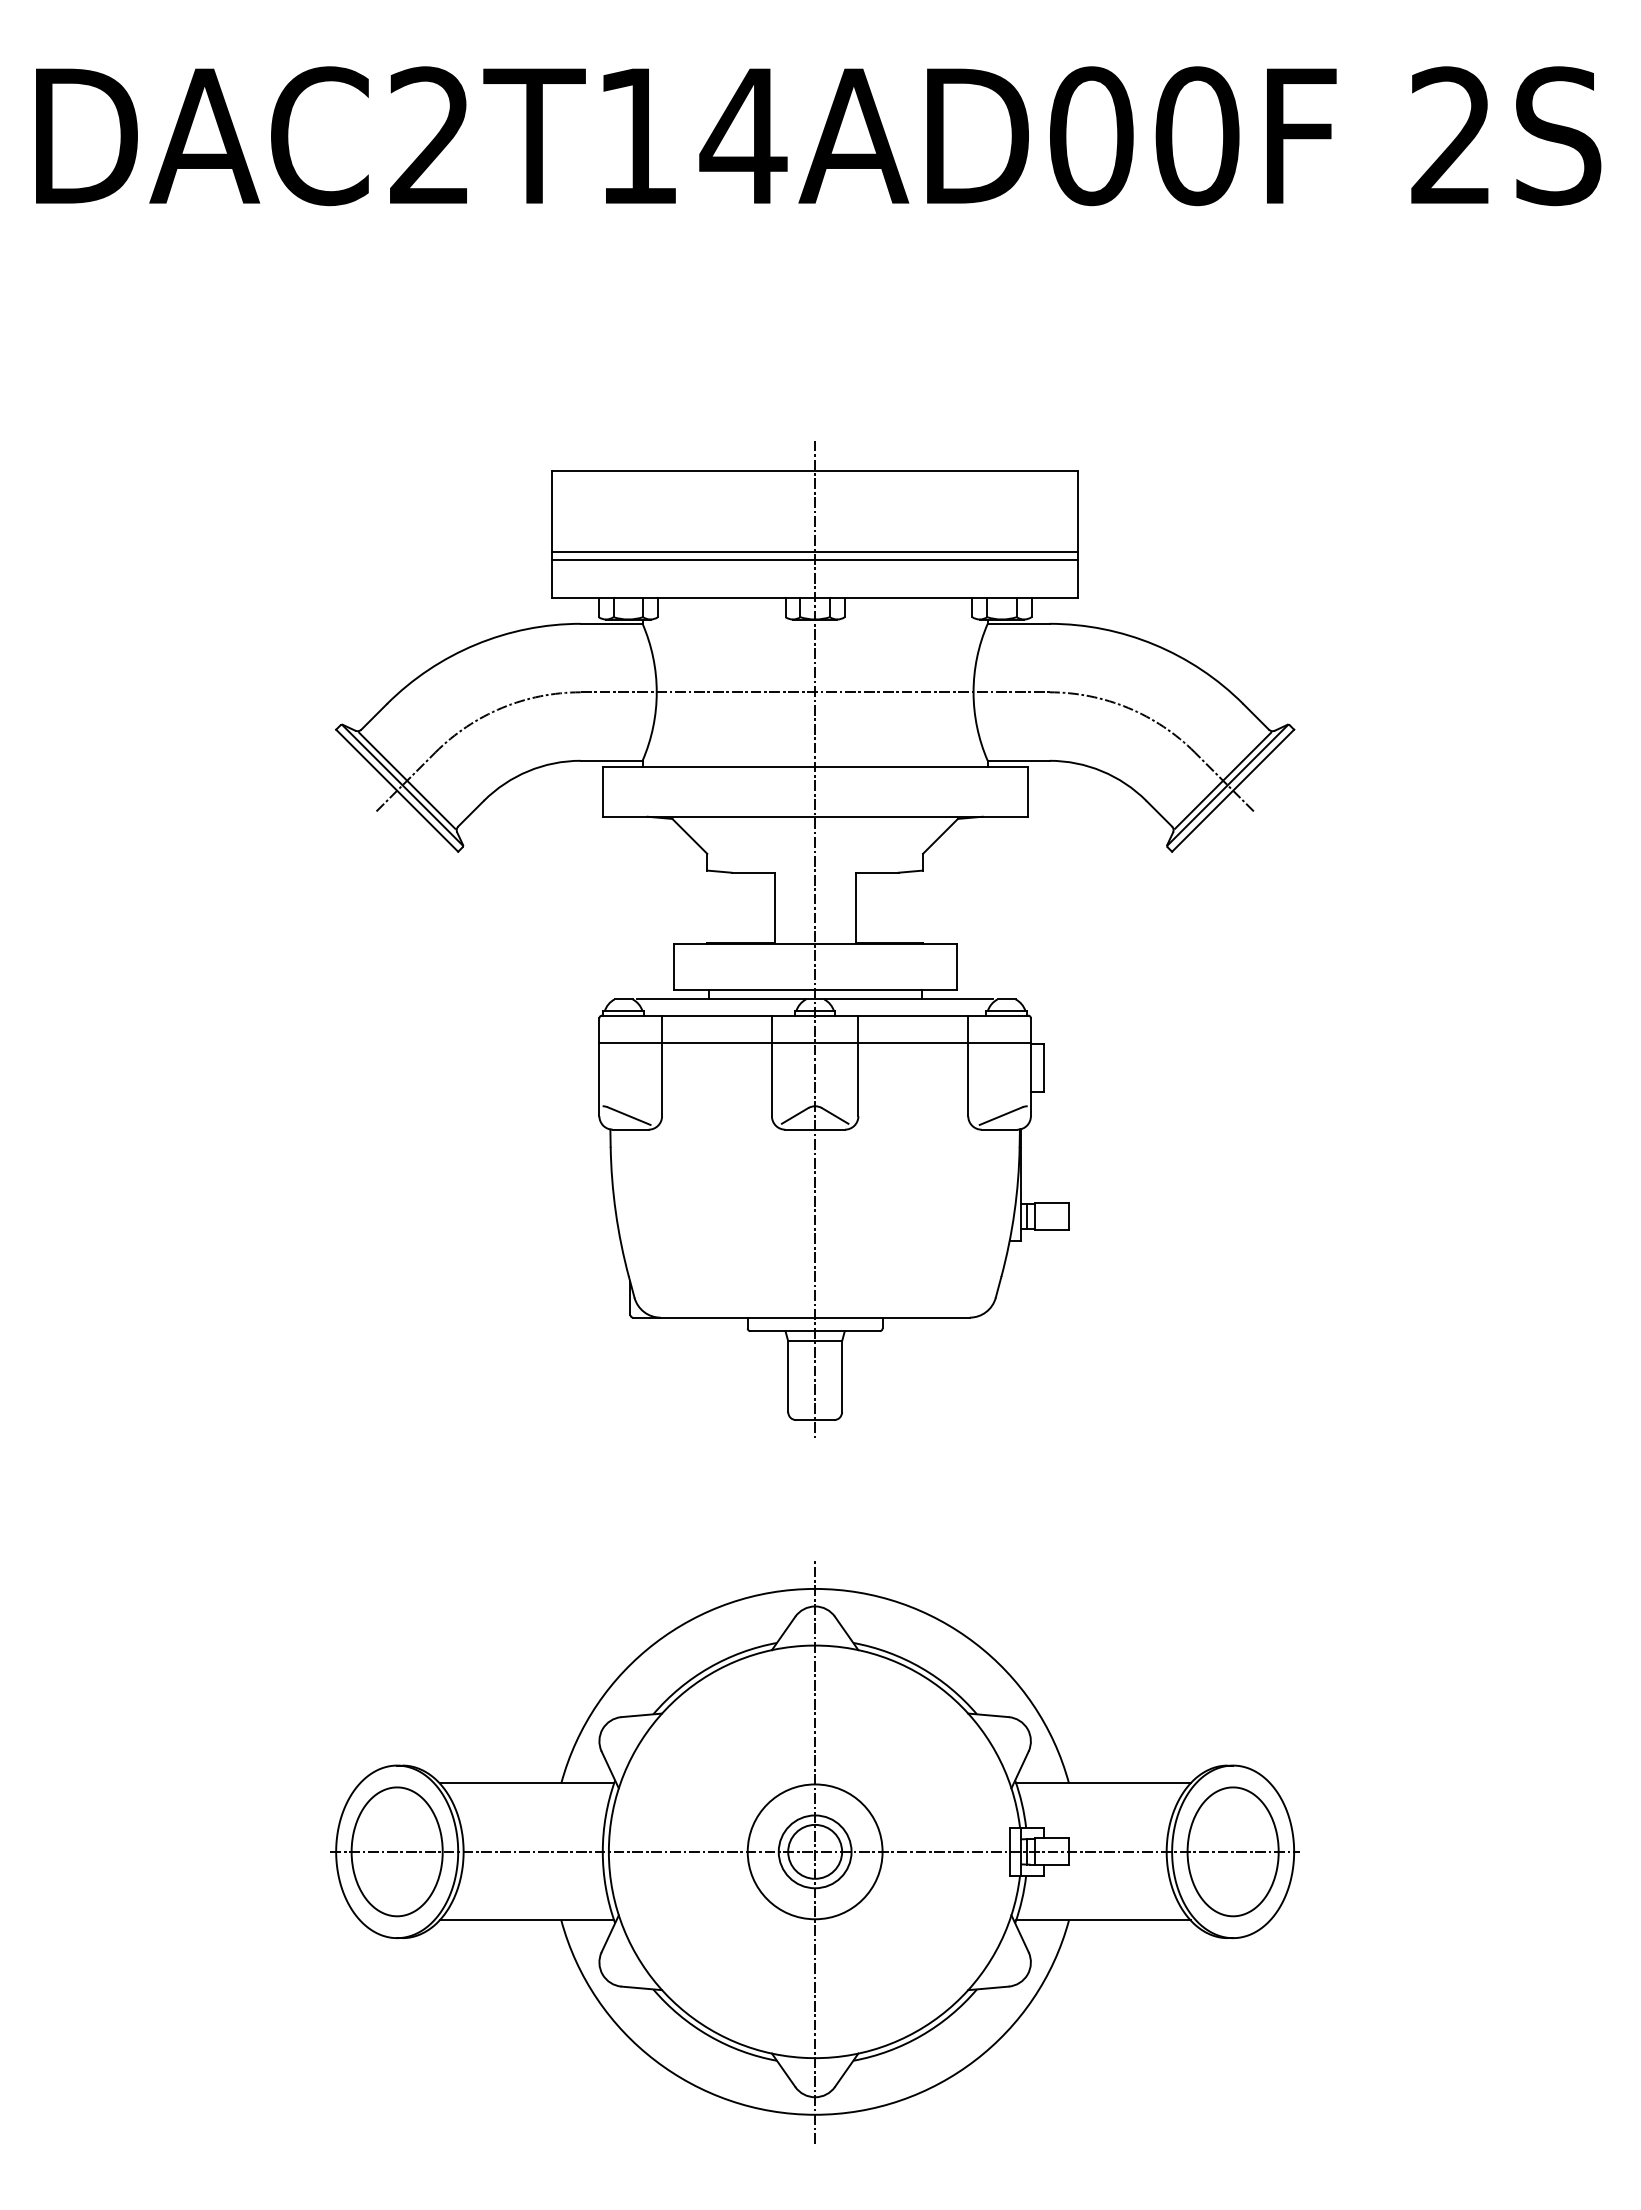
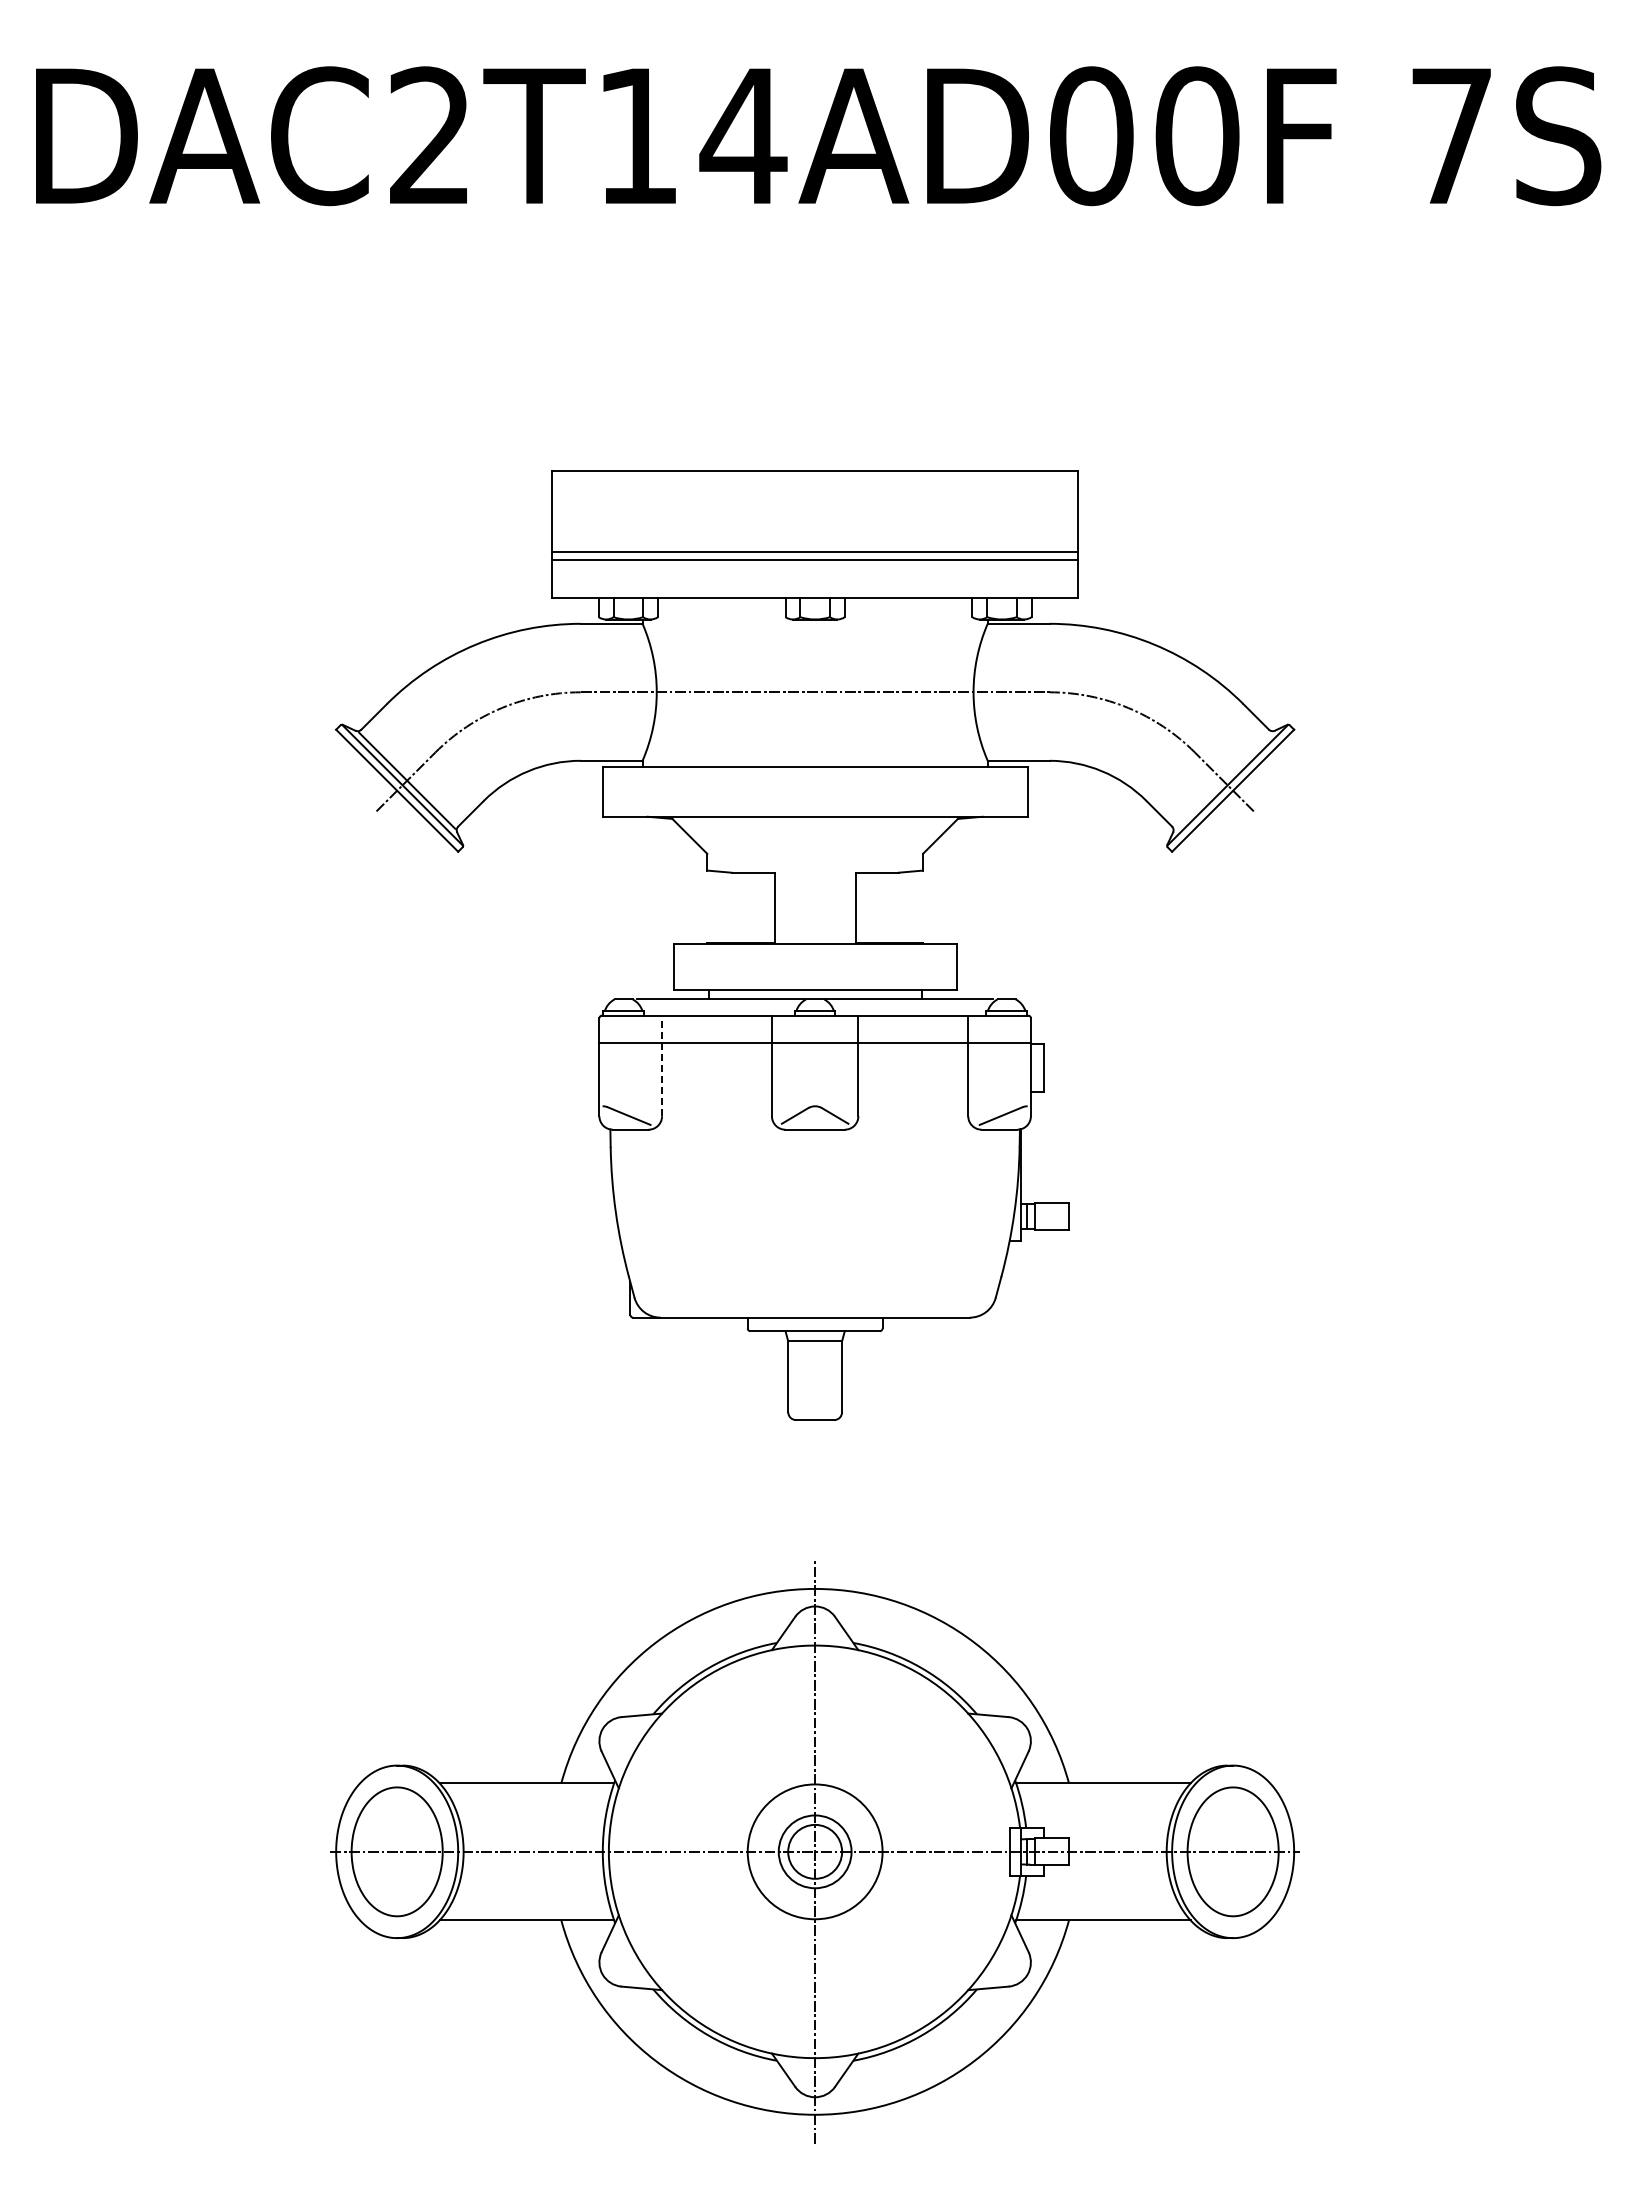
text at (1450, 134): 2S -> 7S
line at (1223, 780): present -> none
line at (815, 939): present -> none
line at (662, 1065): solid -> dashed
